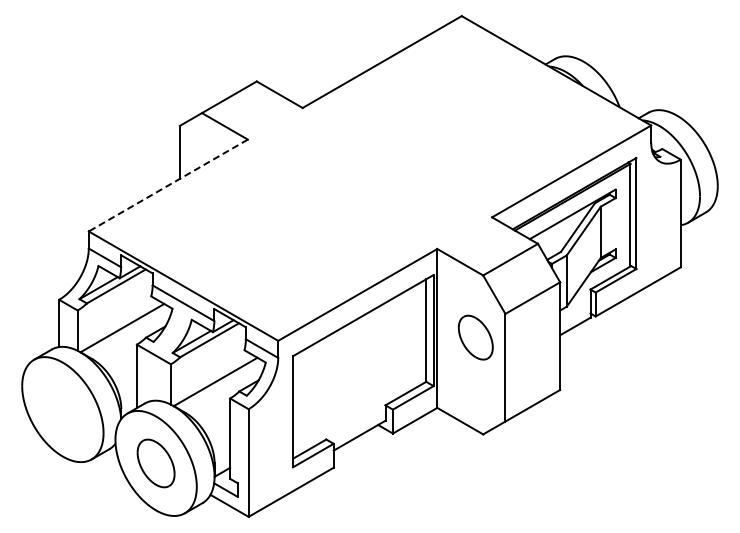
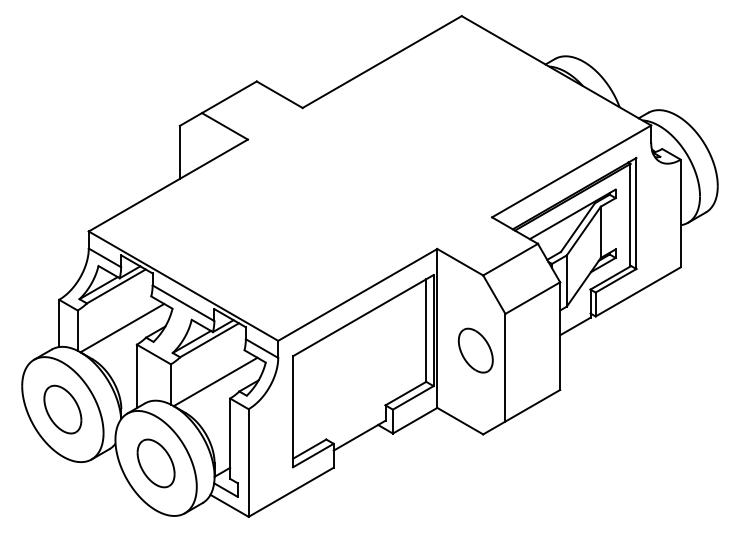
line at (168, 185): dashed -> solid
part at (475, 337) position: (475, 337) -> (475, 350)
part at (62, 409): none -> present
